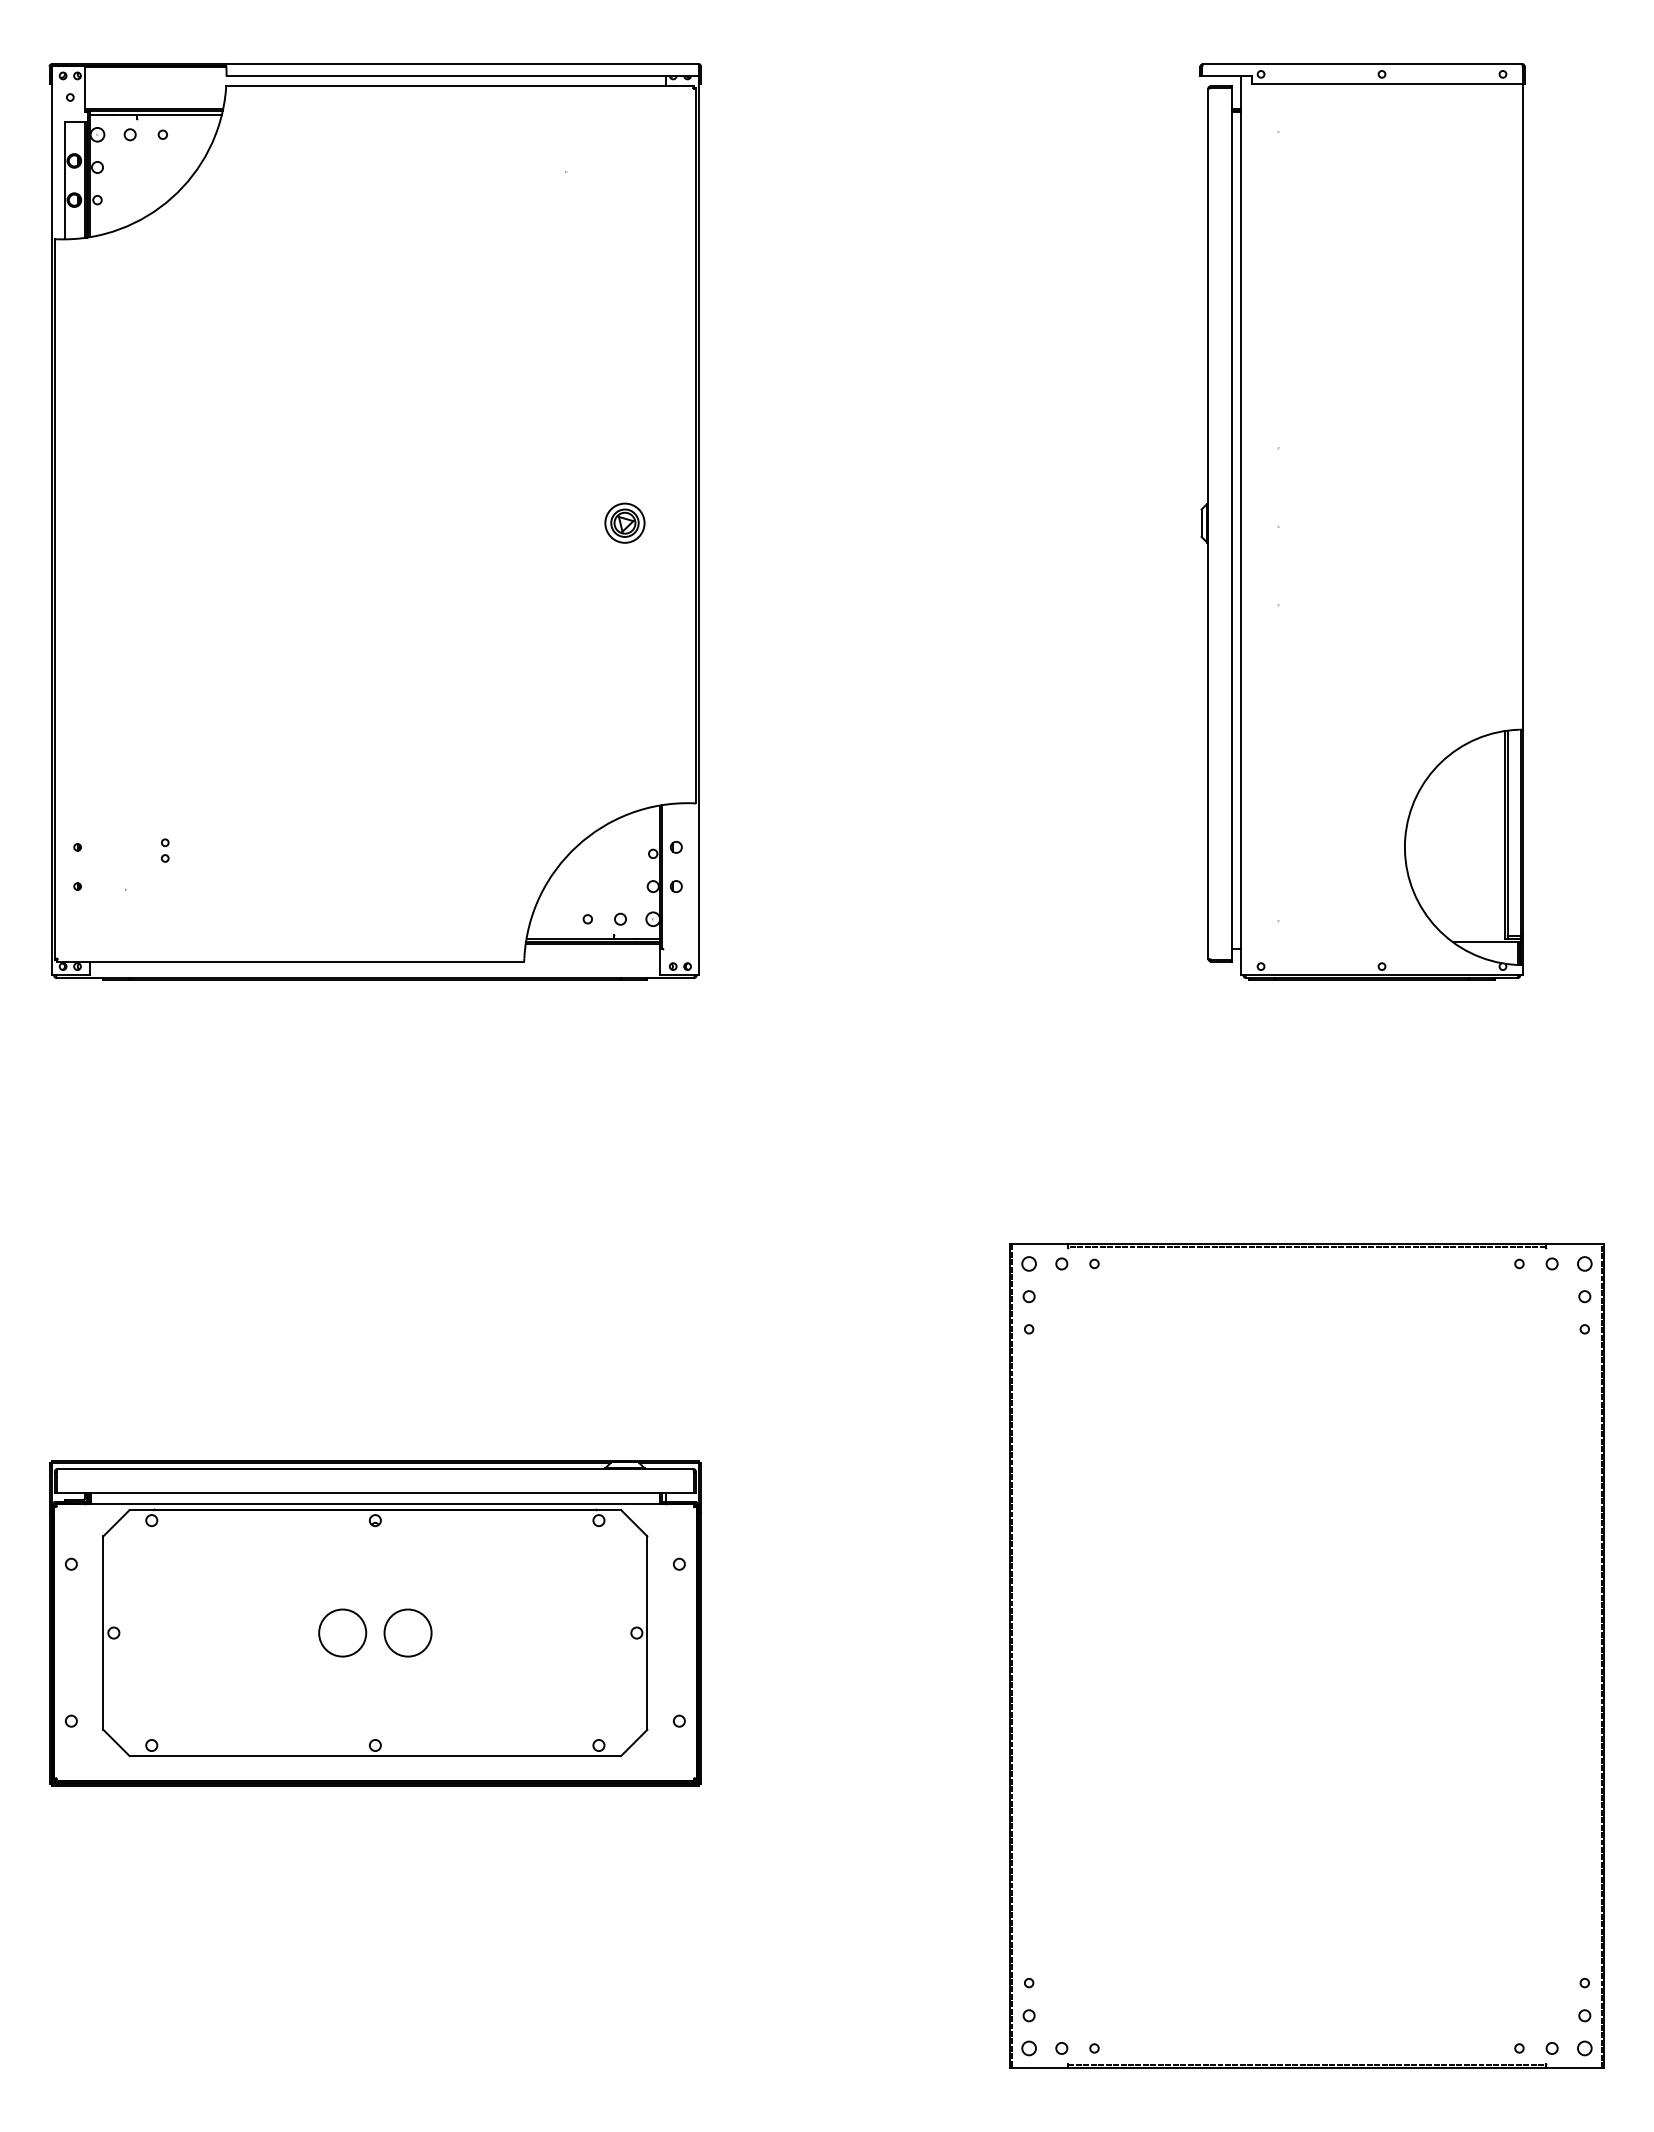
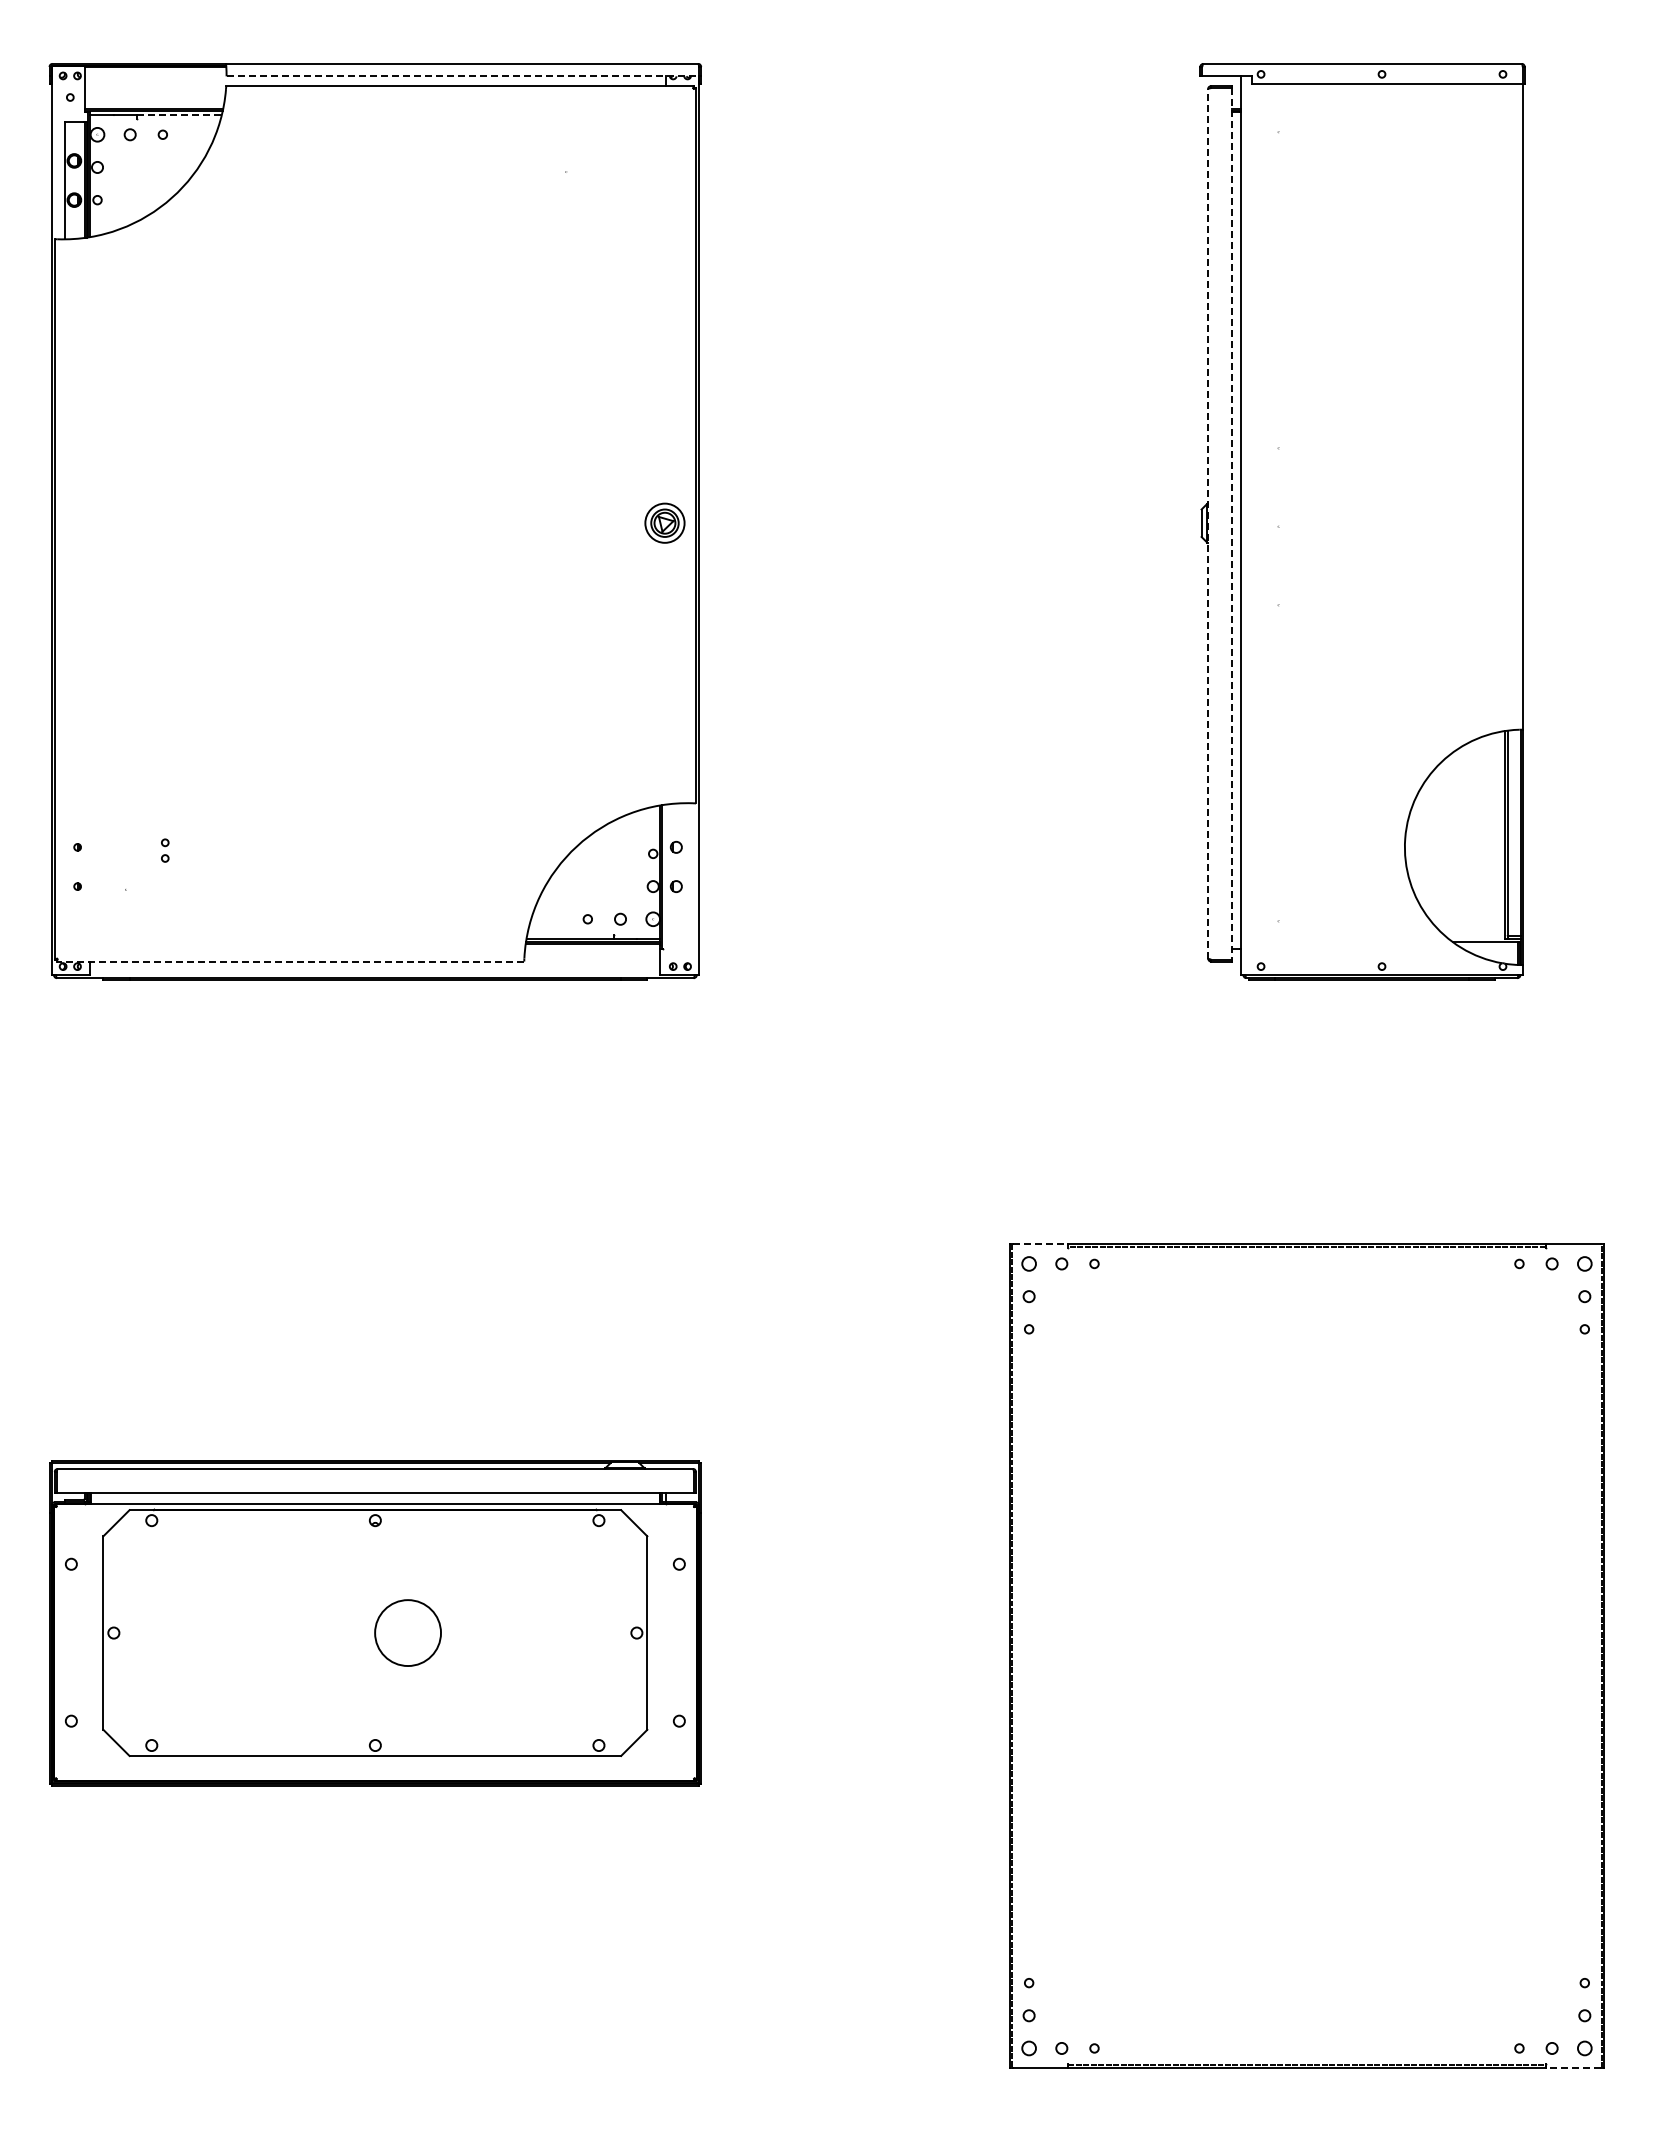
line at (463, 76): solid -> dashed
line at (179, 115): solid -> dashed
part at (624, 522) position: (624, 522) -> (664, 522)
line at (1208, 523): solid -> dashed
line at (1231, 523): solid -> dashed
line at (290, 961): solid -> dashed
line at (1040, 1244): solid -> dashed
circle at (342, 1632): present -> none
circle at (407, 1632) diameter: 47 px -> 66 px
line at (1573, 2068): solid -> dashed
